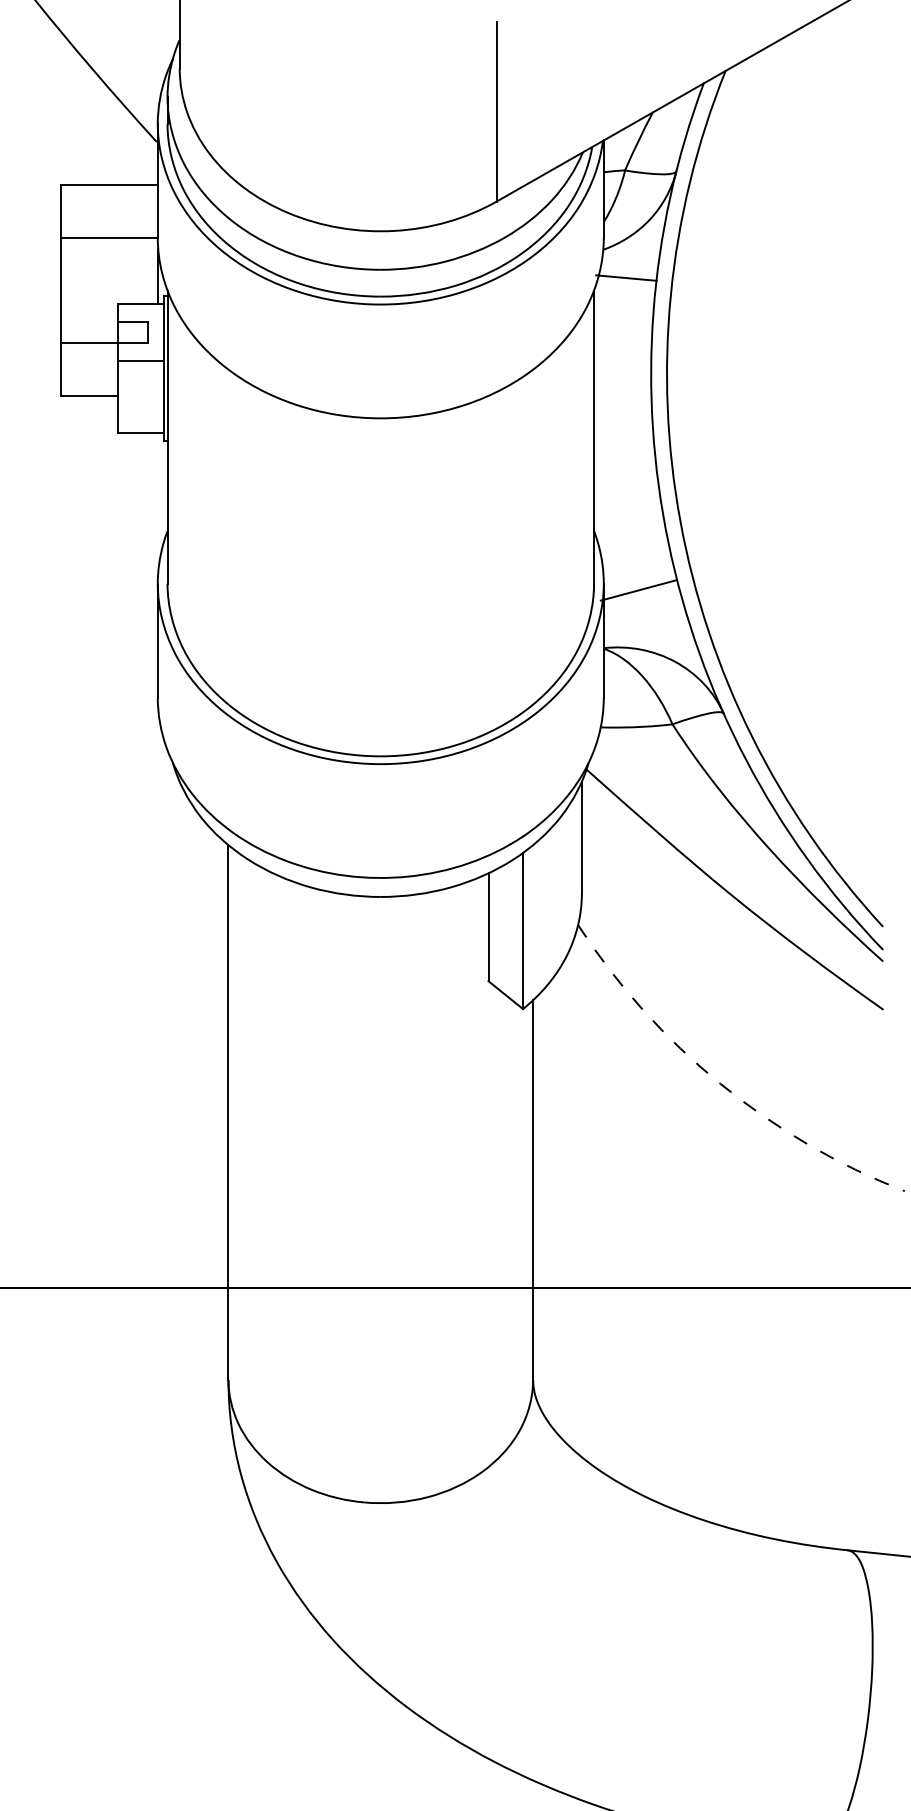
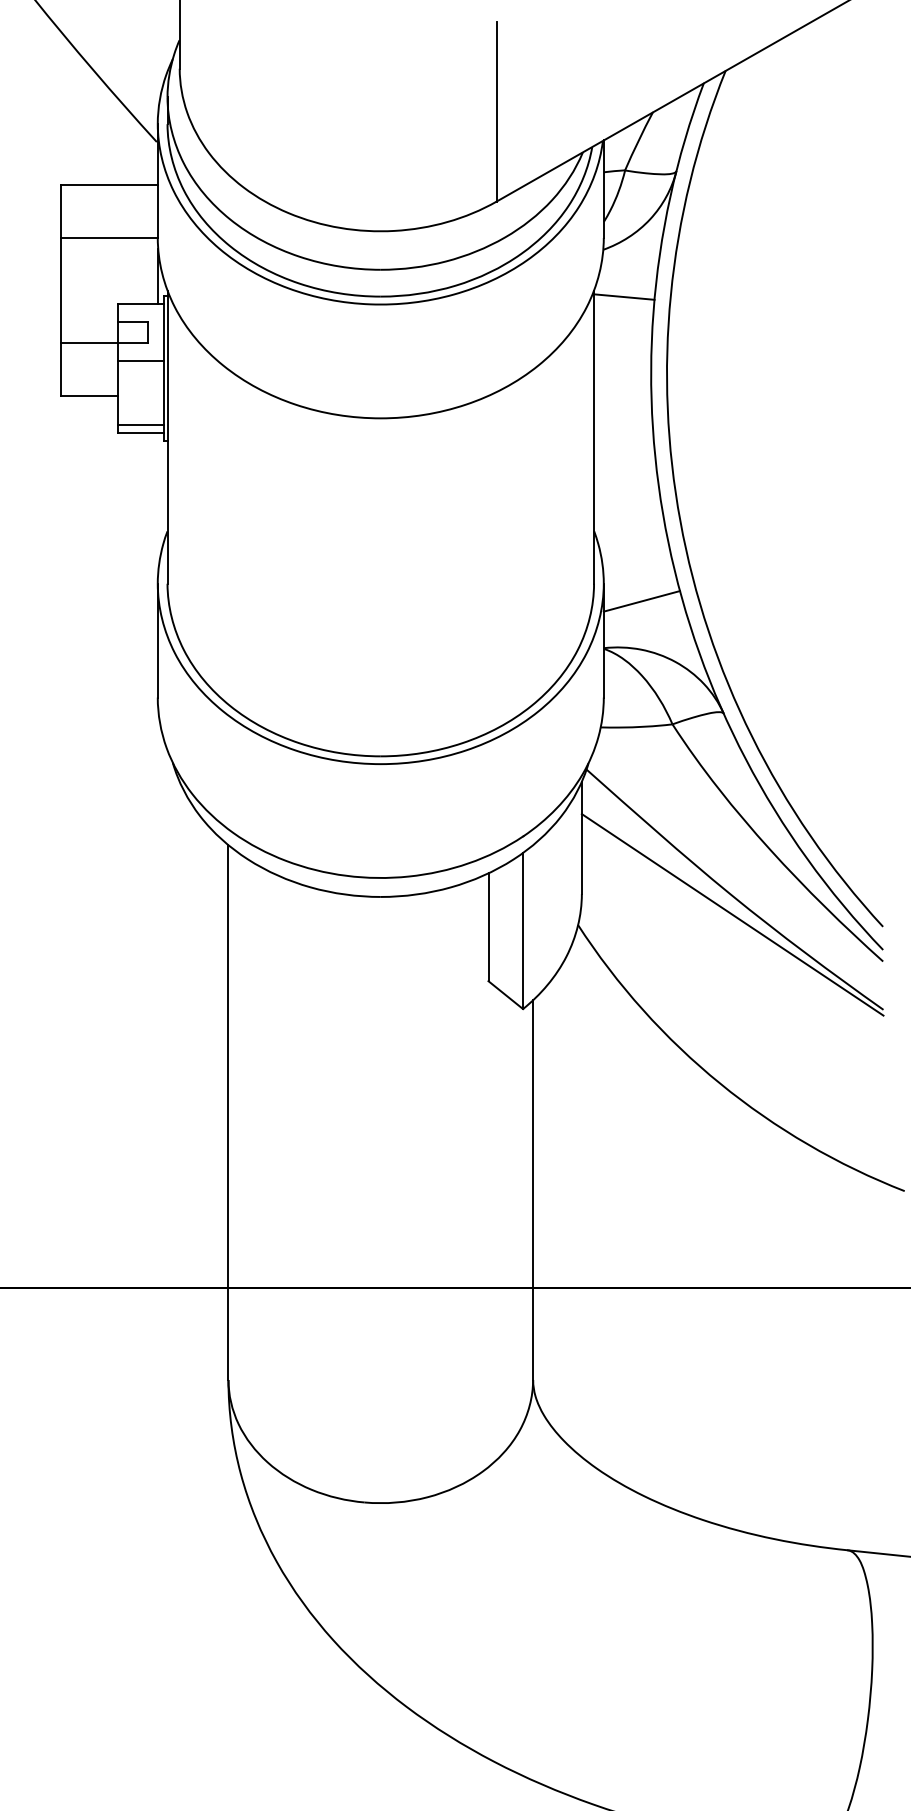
line at (626, 277) position: (626, 277) -> (624, 296)
line at (140, 425): none -> present
line at (638, 590) position: (638, 590) -> (641, 601)
line at (732, 914): none -> present
arc at (720, 1083): dashed -> solid
